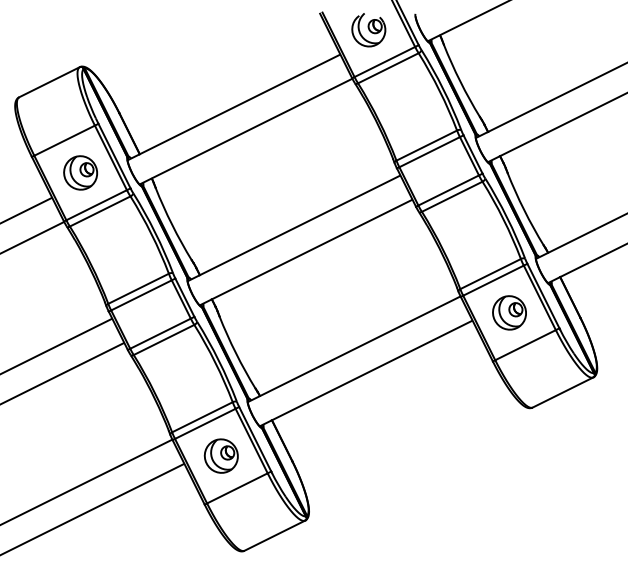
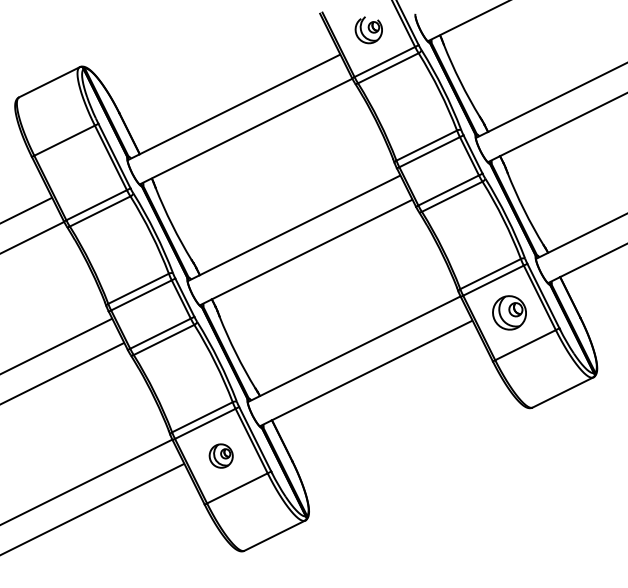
part at (368, 30) size: 36x35 px -> 29x29 px
part at (80, 172): present -> none
part at (220, 455) size: 36x36 px -> 26x26 px
